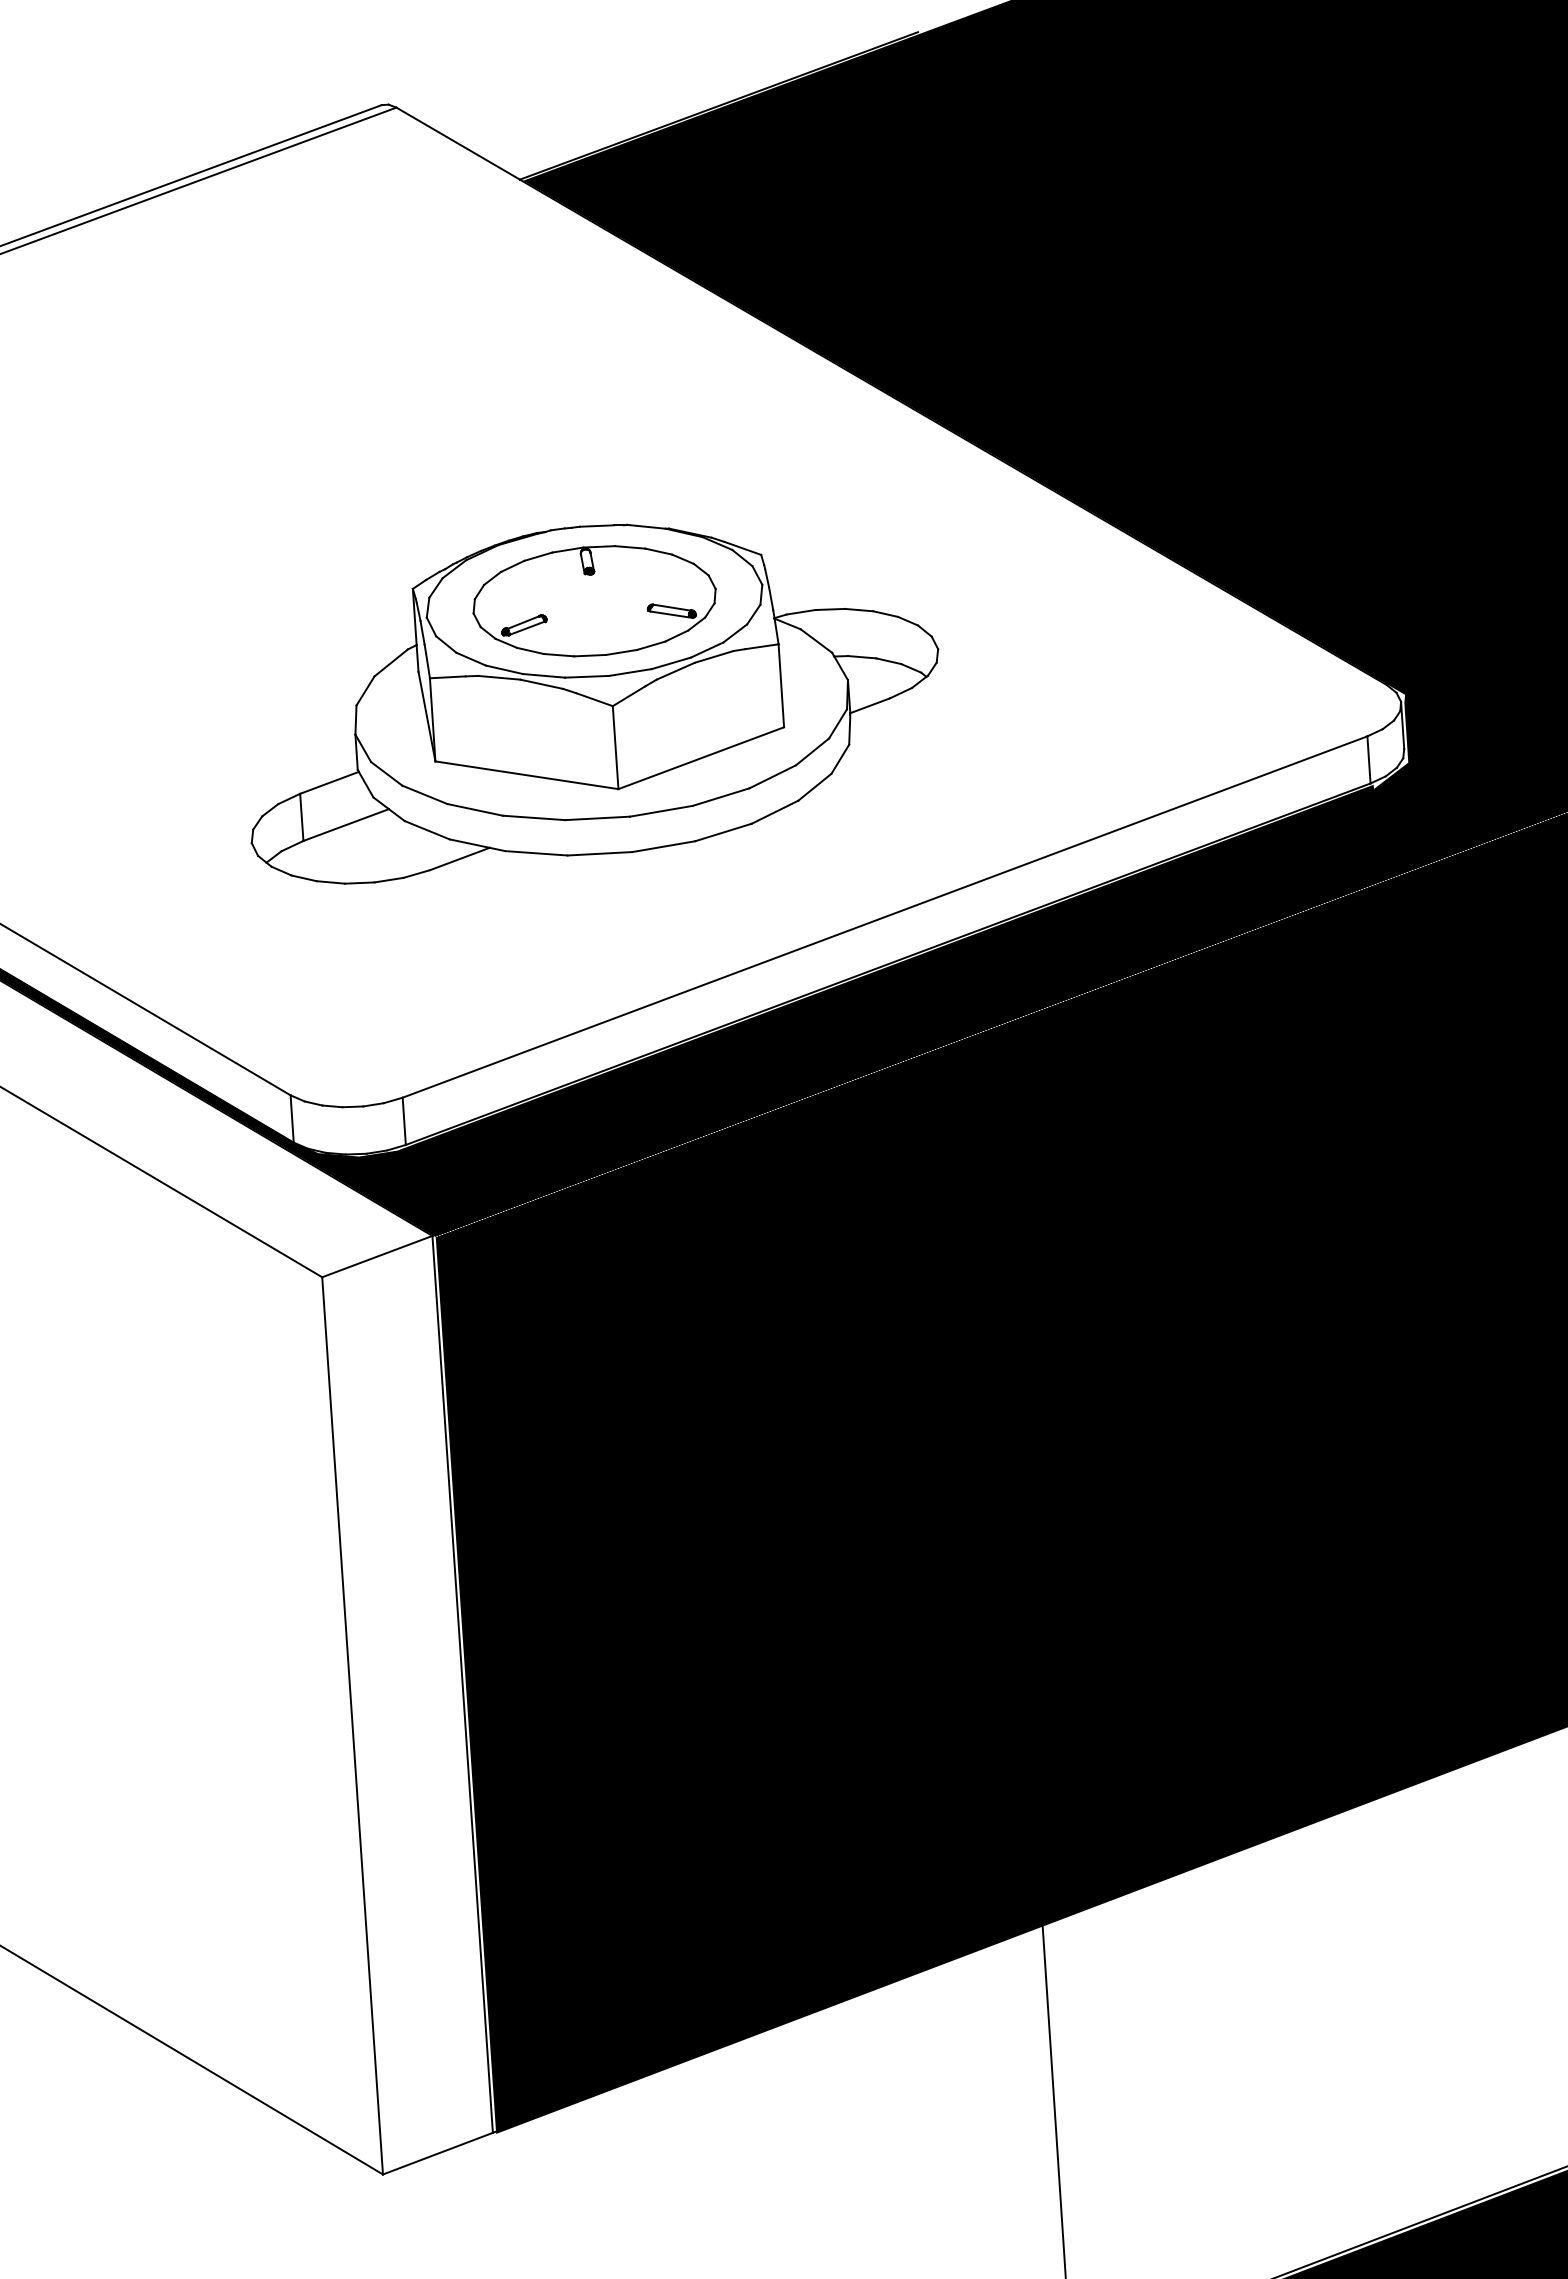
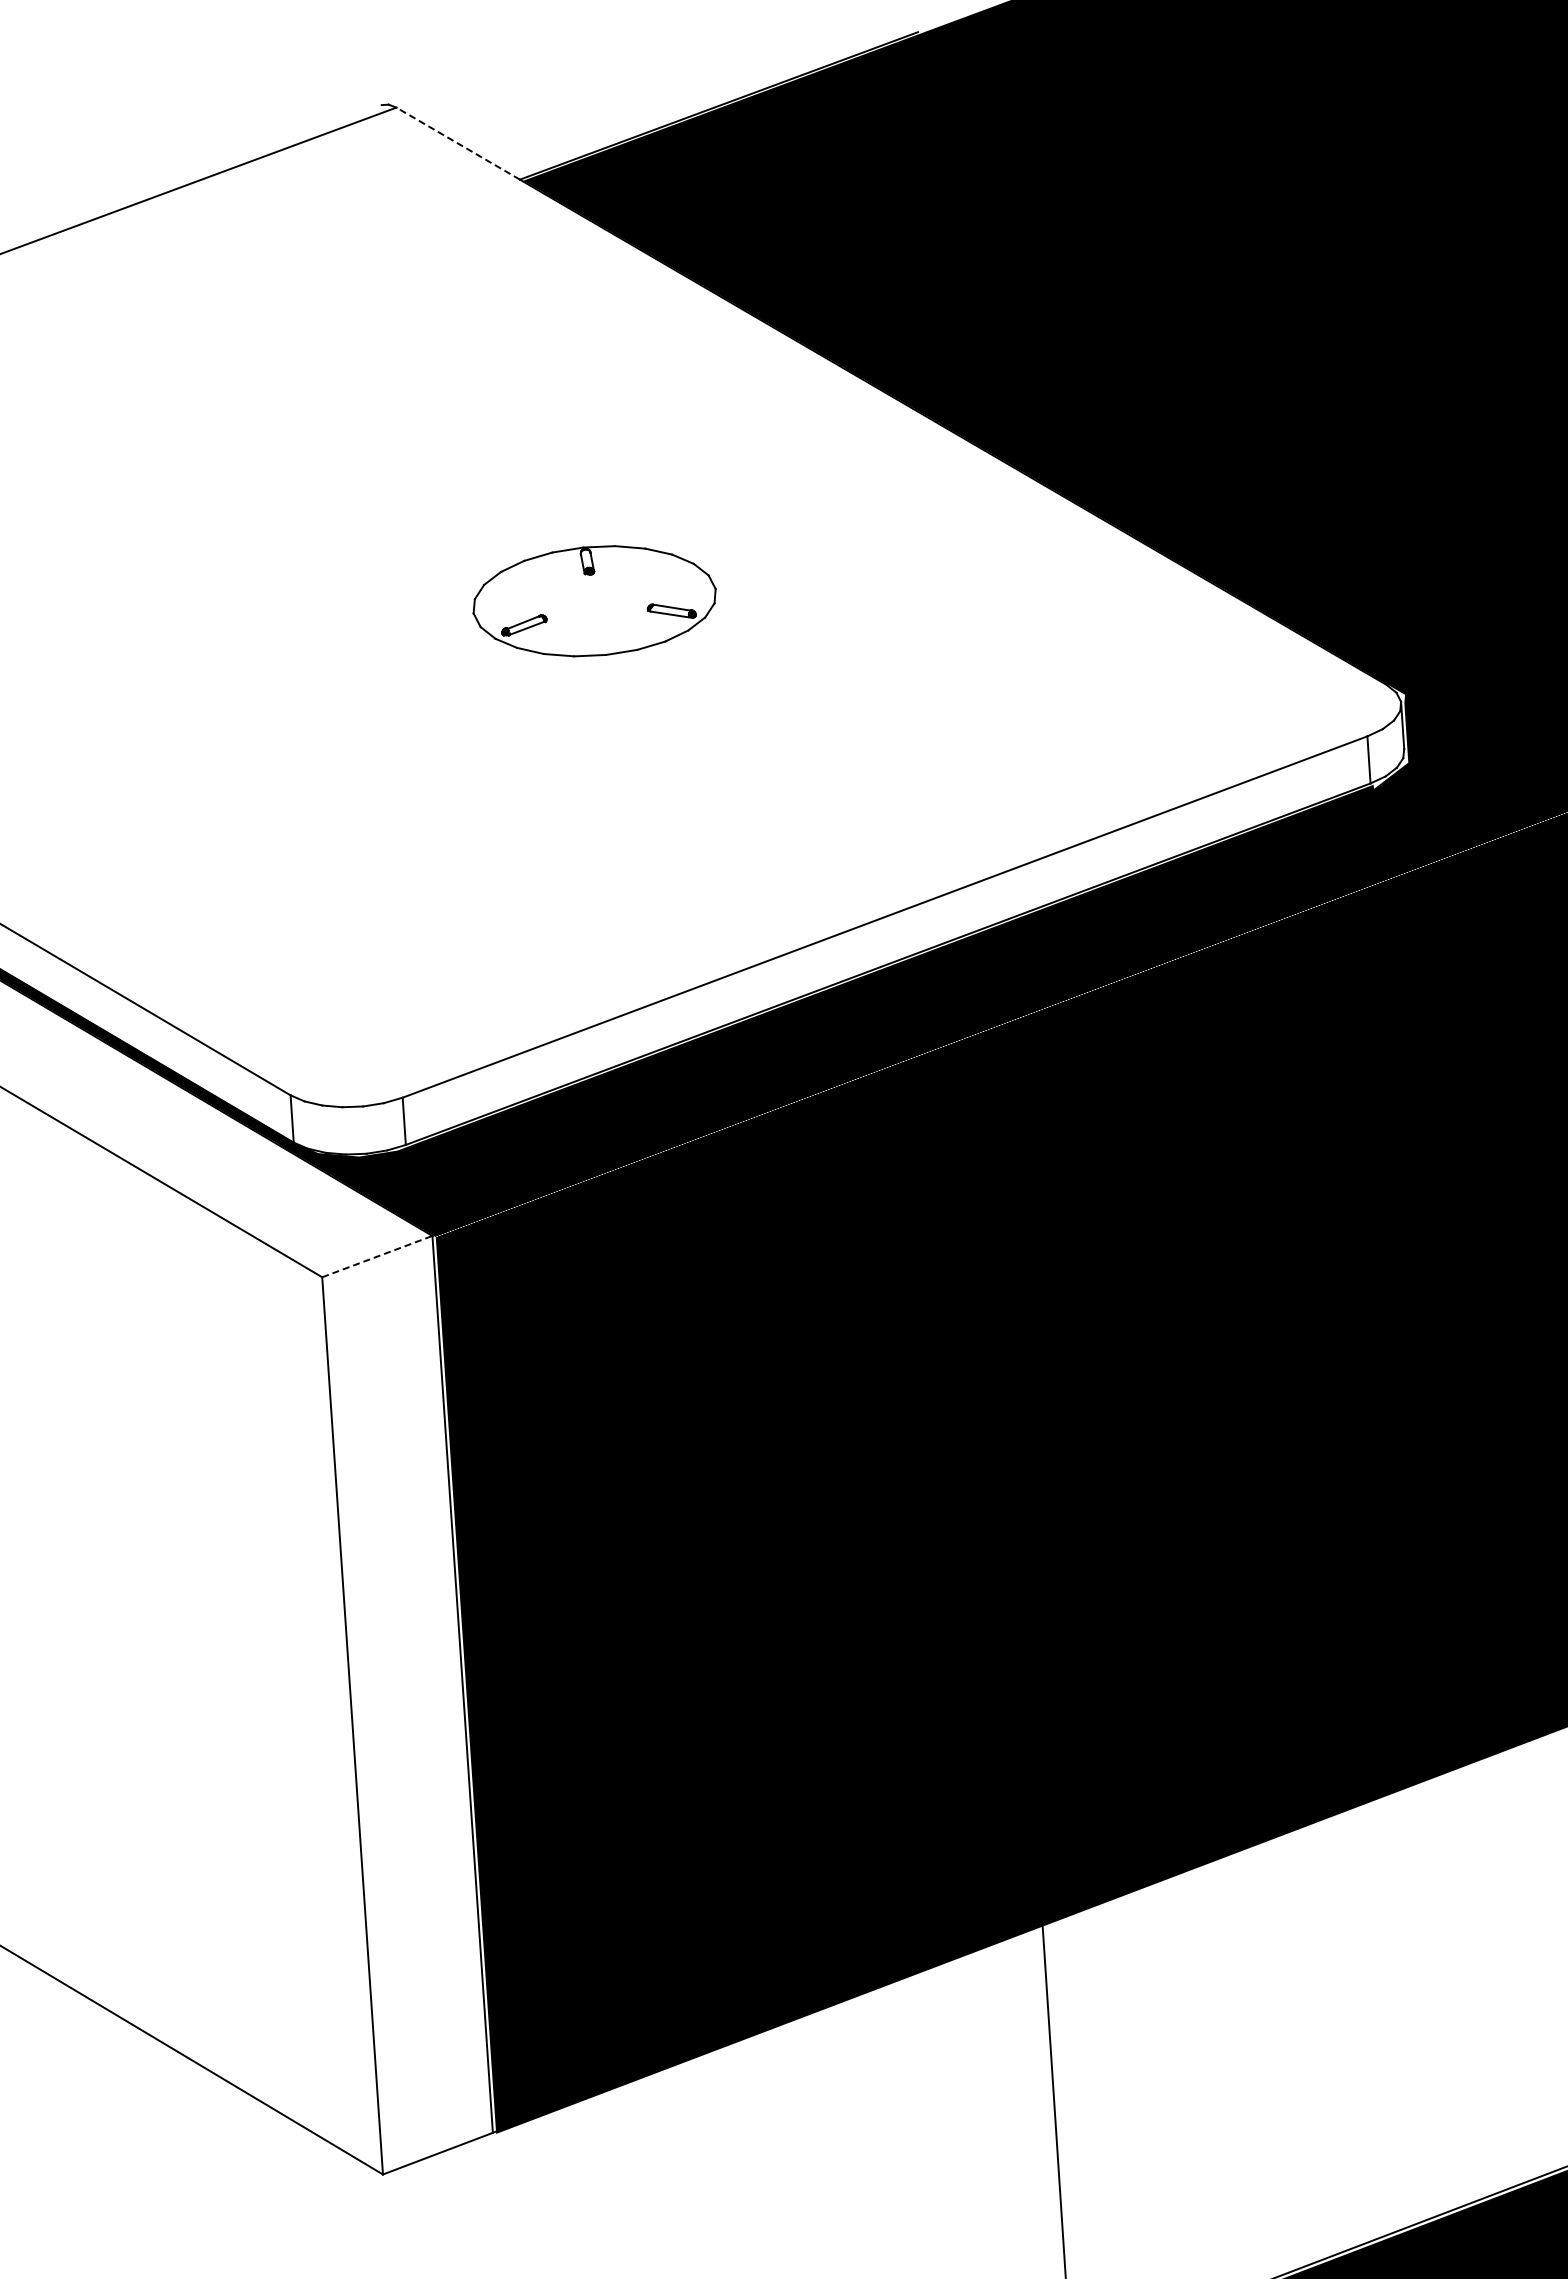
line at (457, 143): solid -> dashed
line at (191, 175): present -> none
part at (594, 703): present -> none
line at (377, 1256): solid -> dashed
